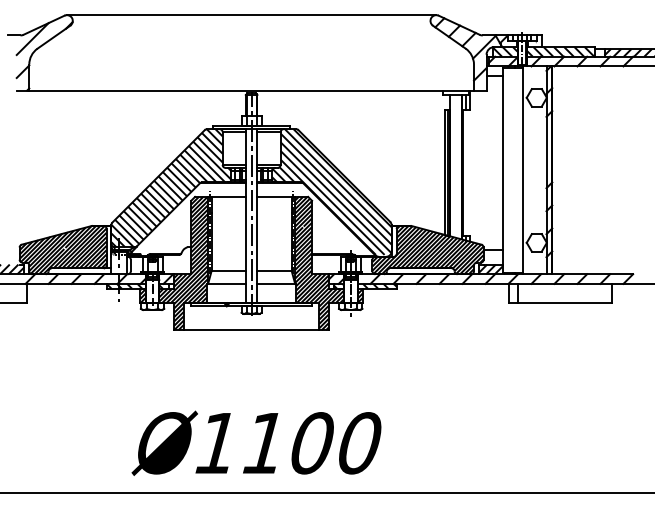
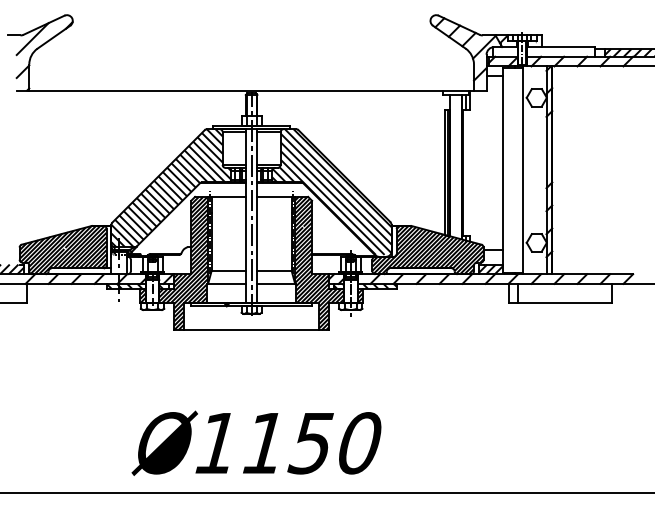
line at (251, 15): present -> none
hatch at (543, 51): present -> none
text at (310, 443): Ø1100 -> Ø1150
